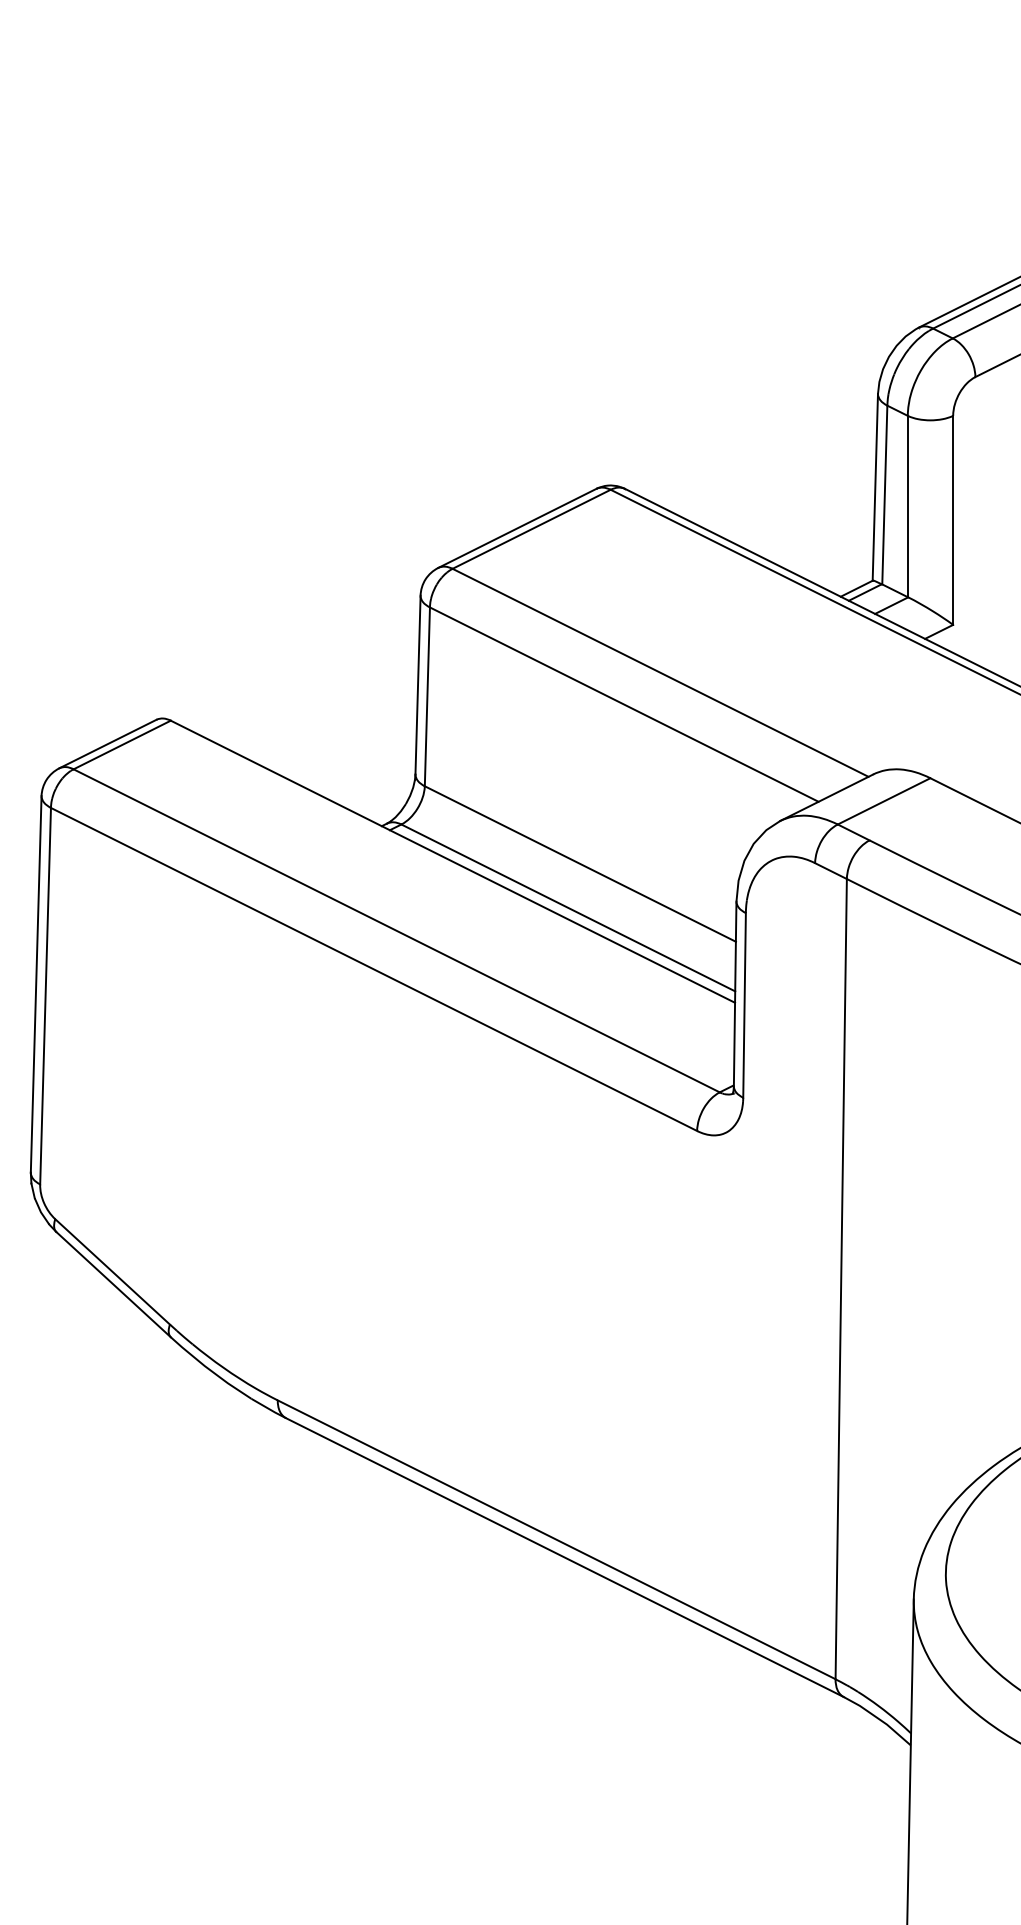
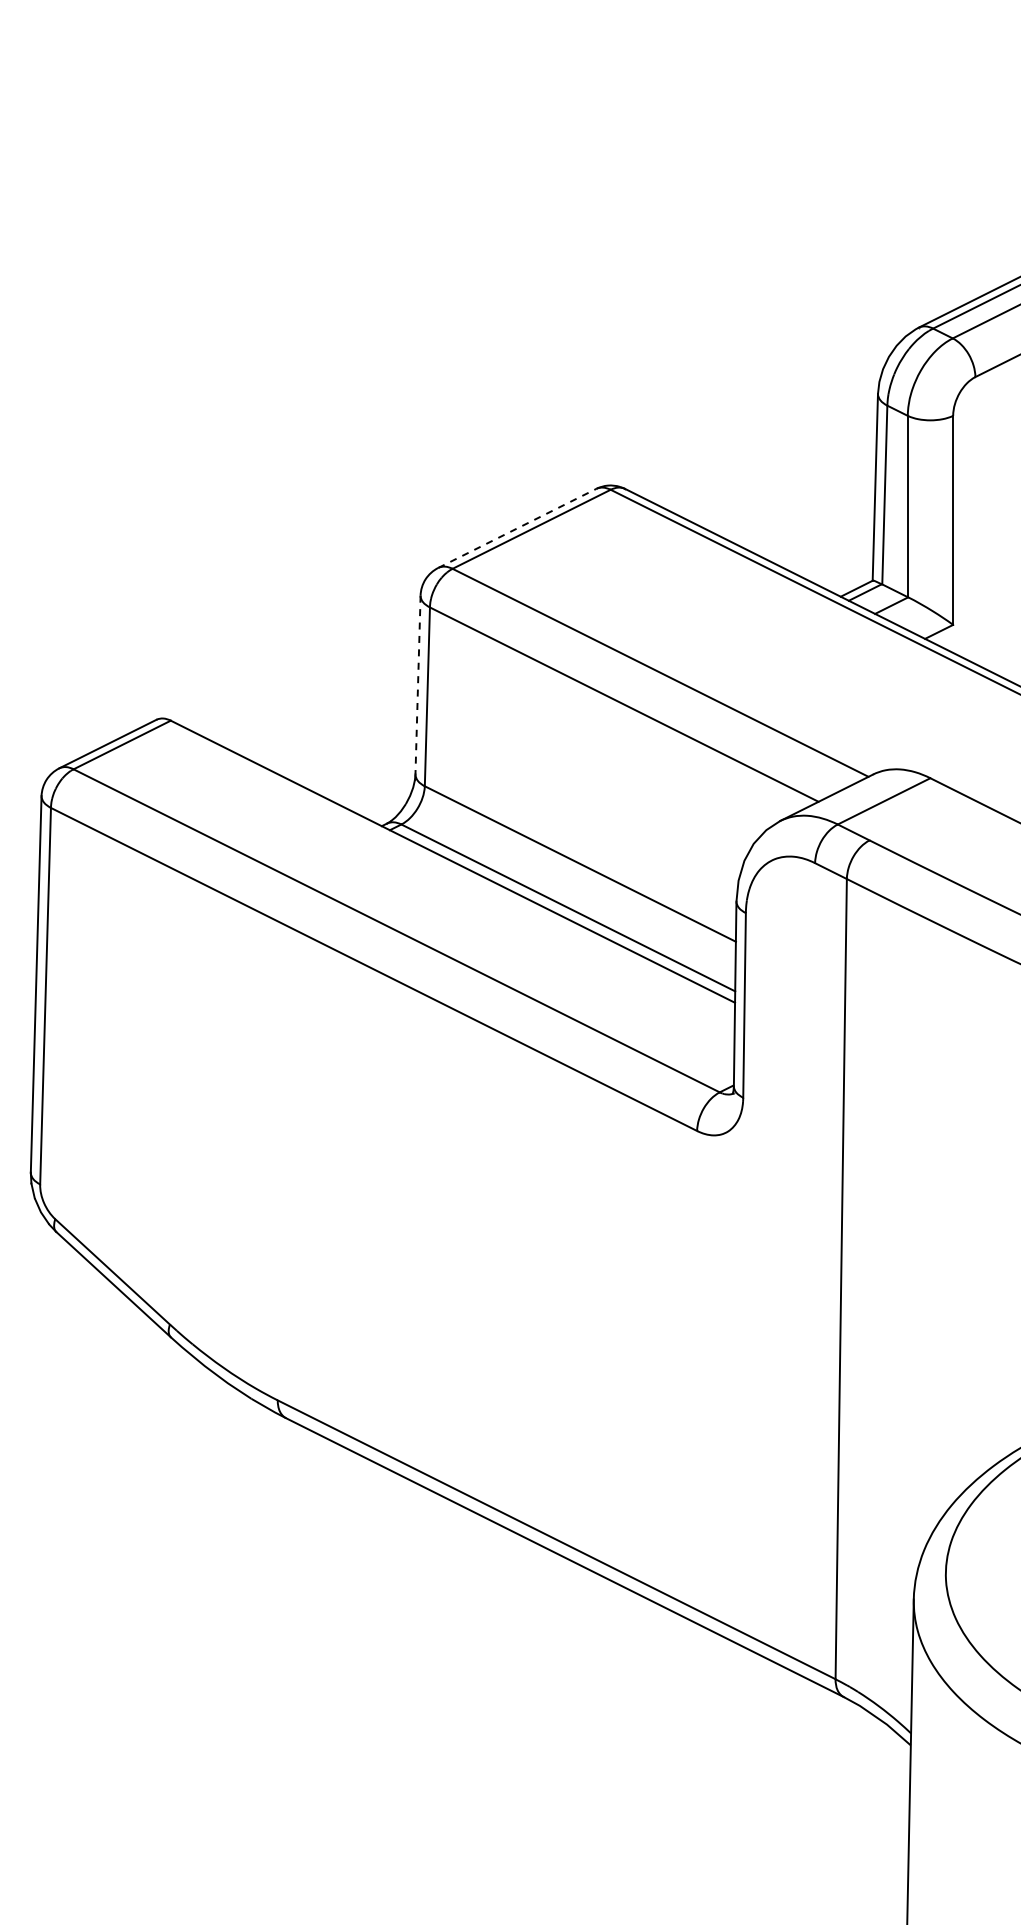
line at (517, 528): solid -> dashed
line at (418, 685): solid -> dashed
